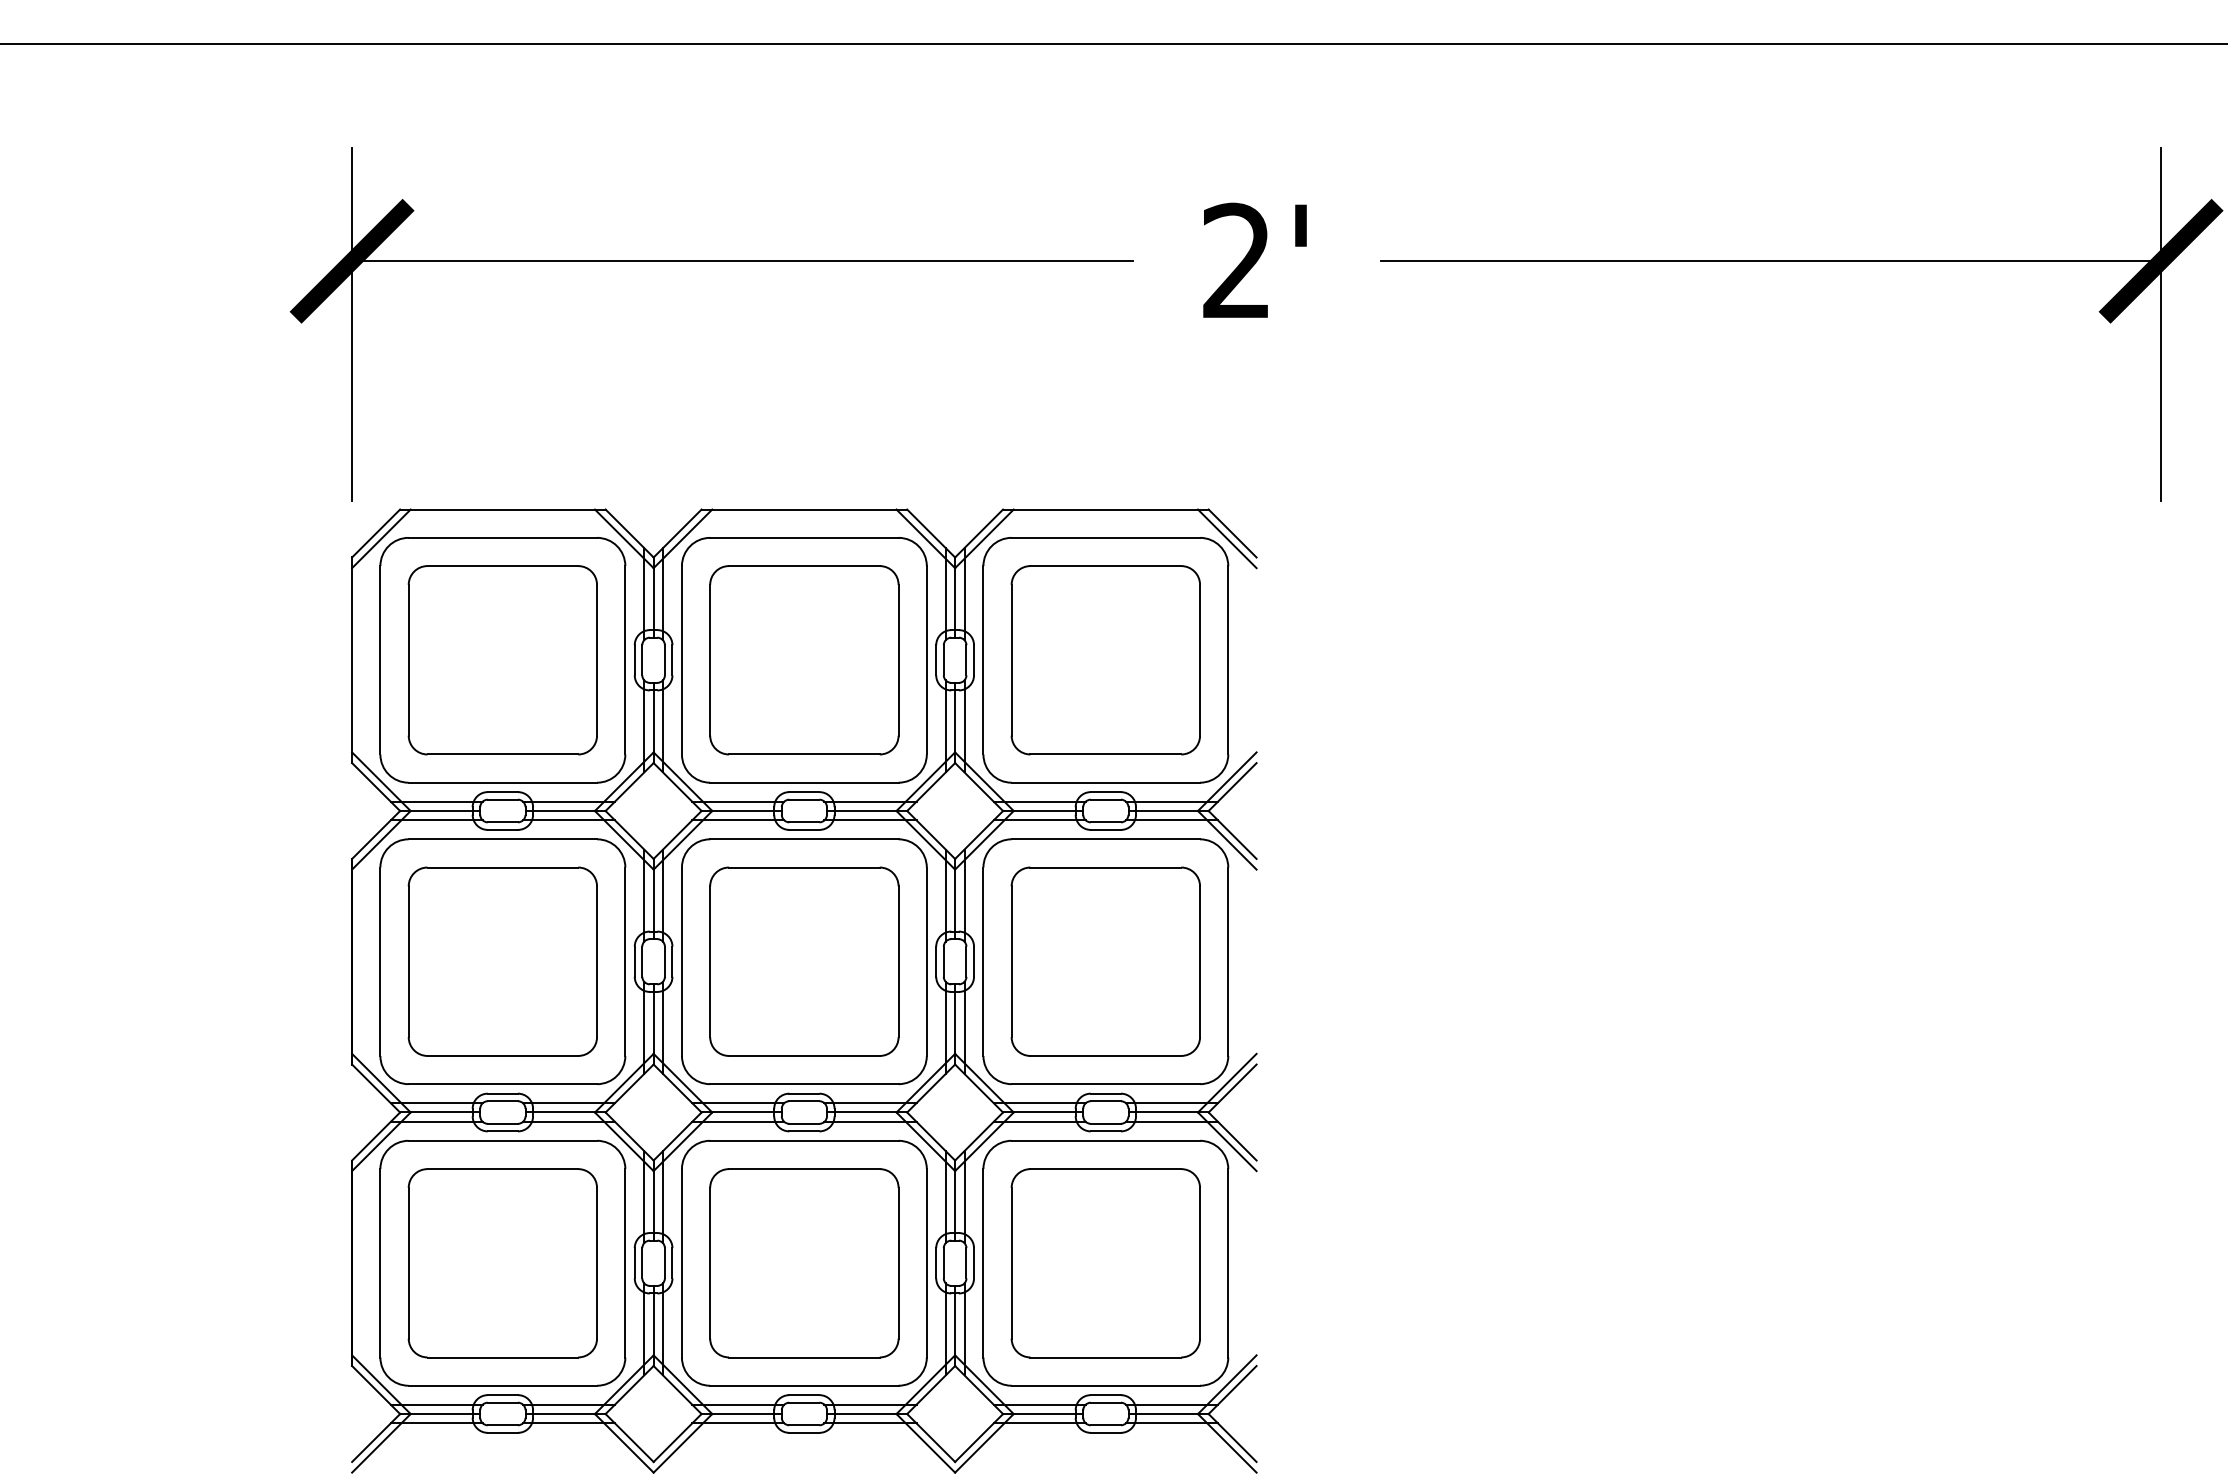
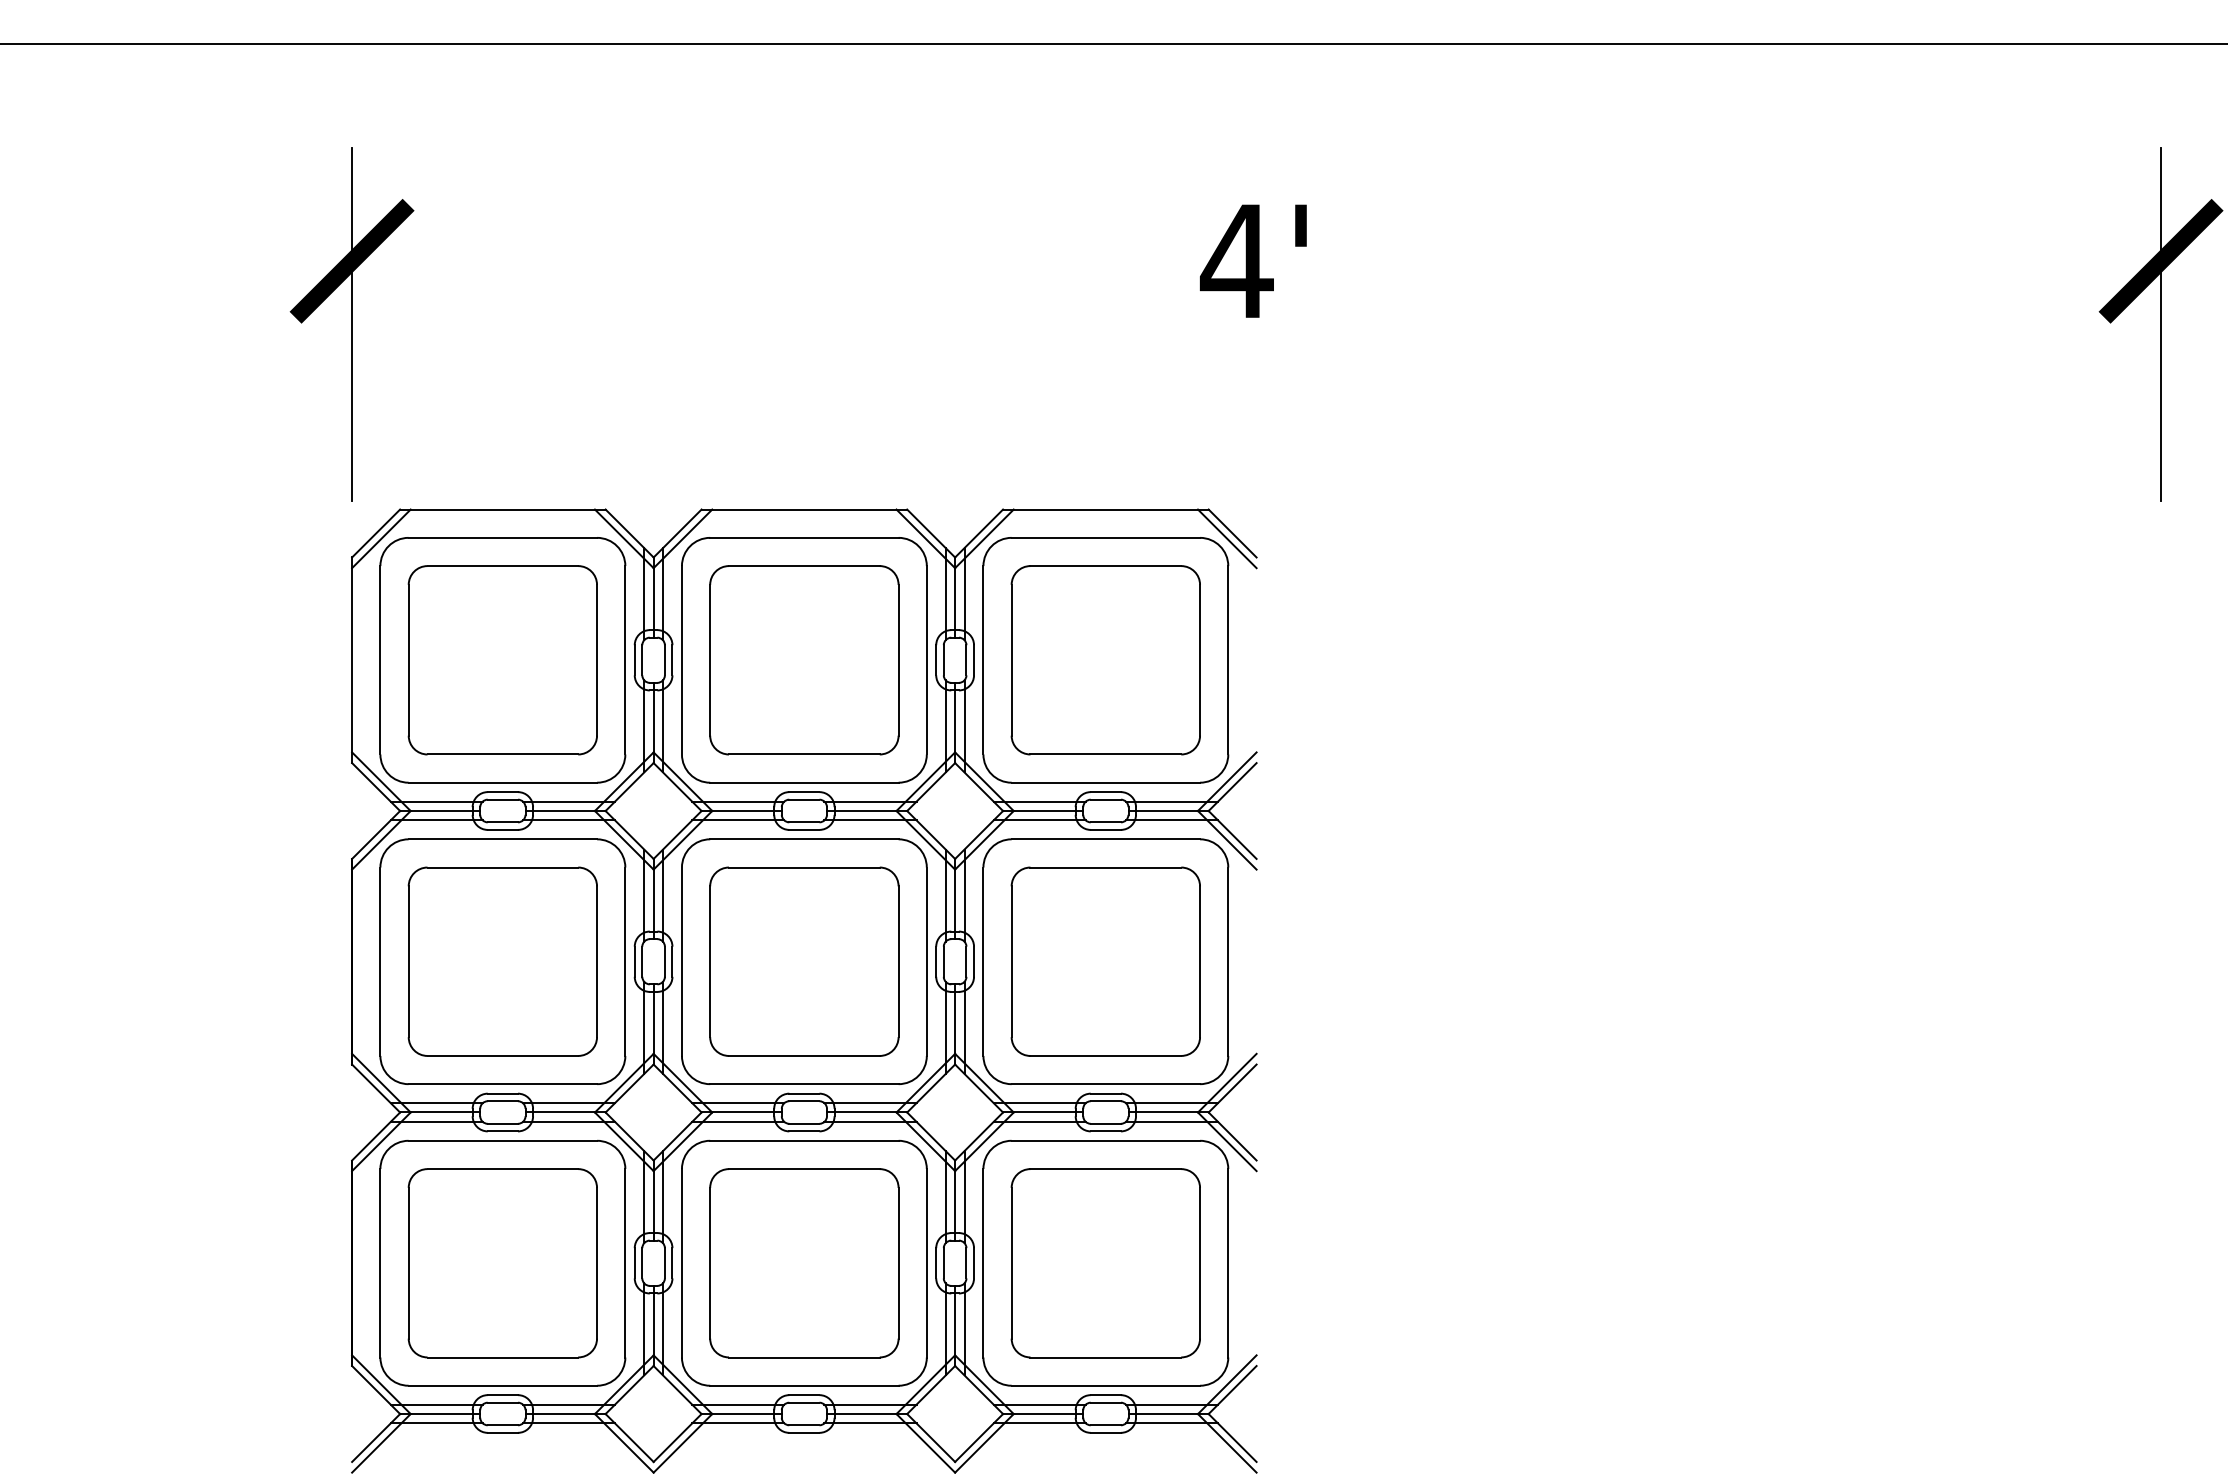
text at (1236, 259): 2' -> 4'
line at (742, 261): present -> none
line at (1770, 261): present -> none
